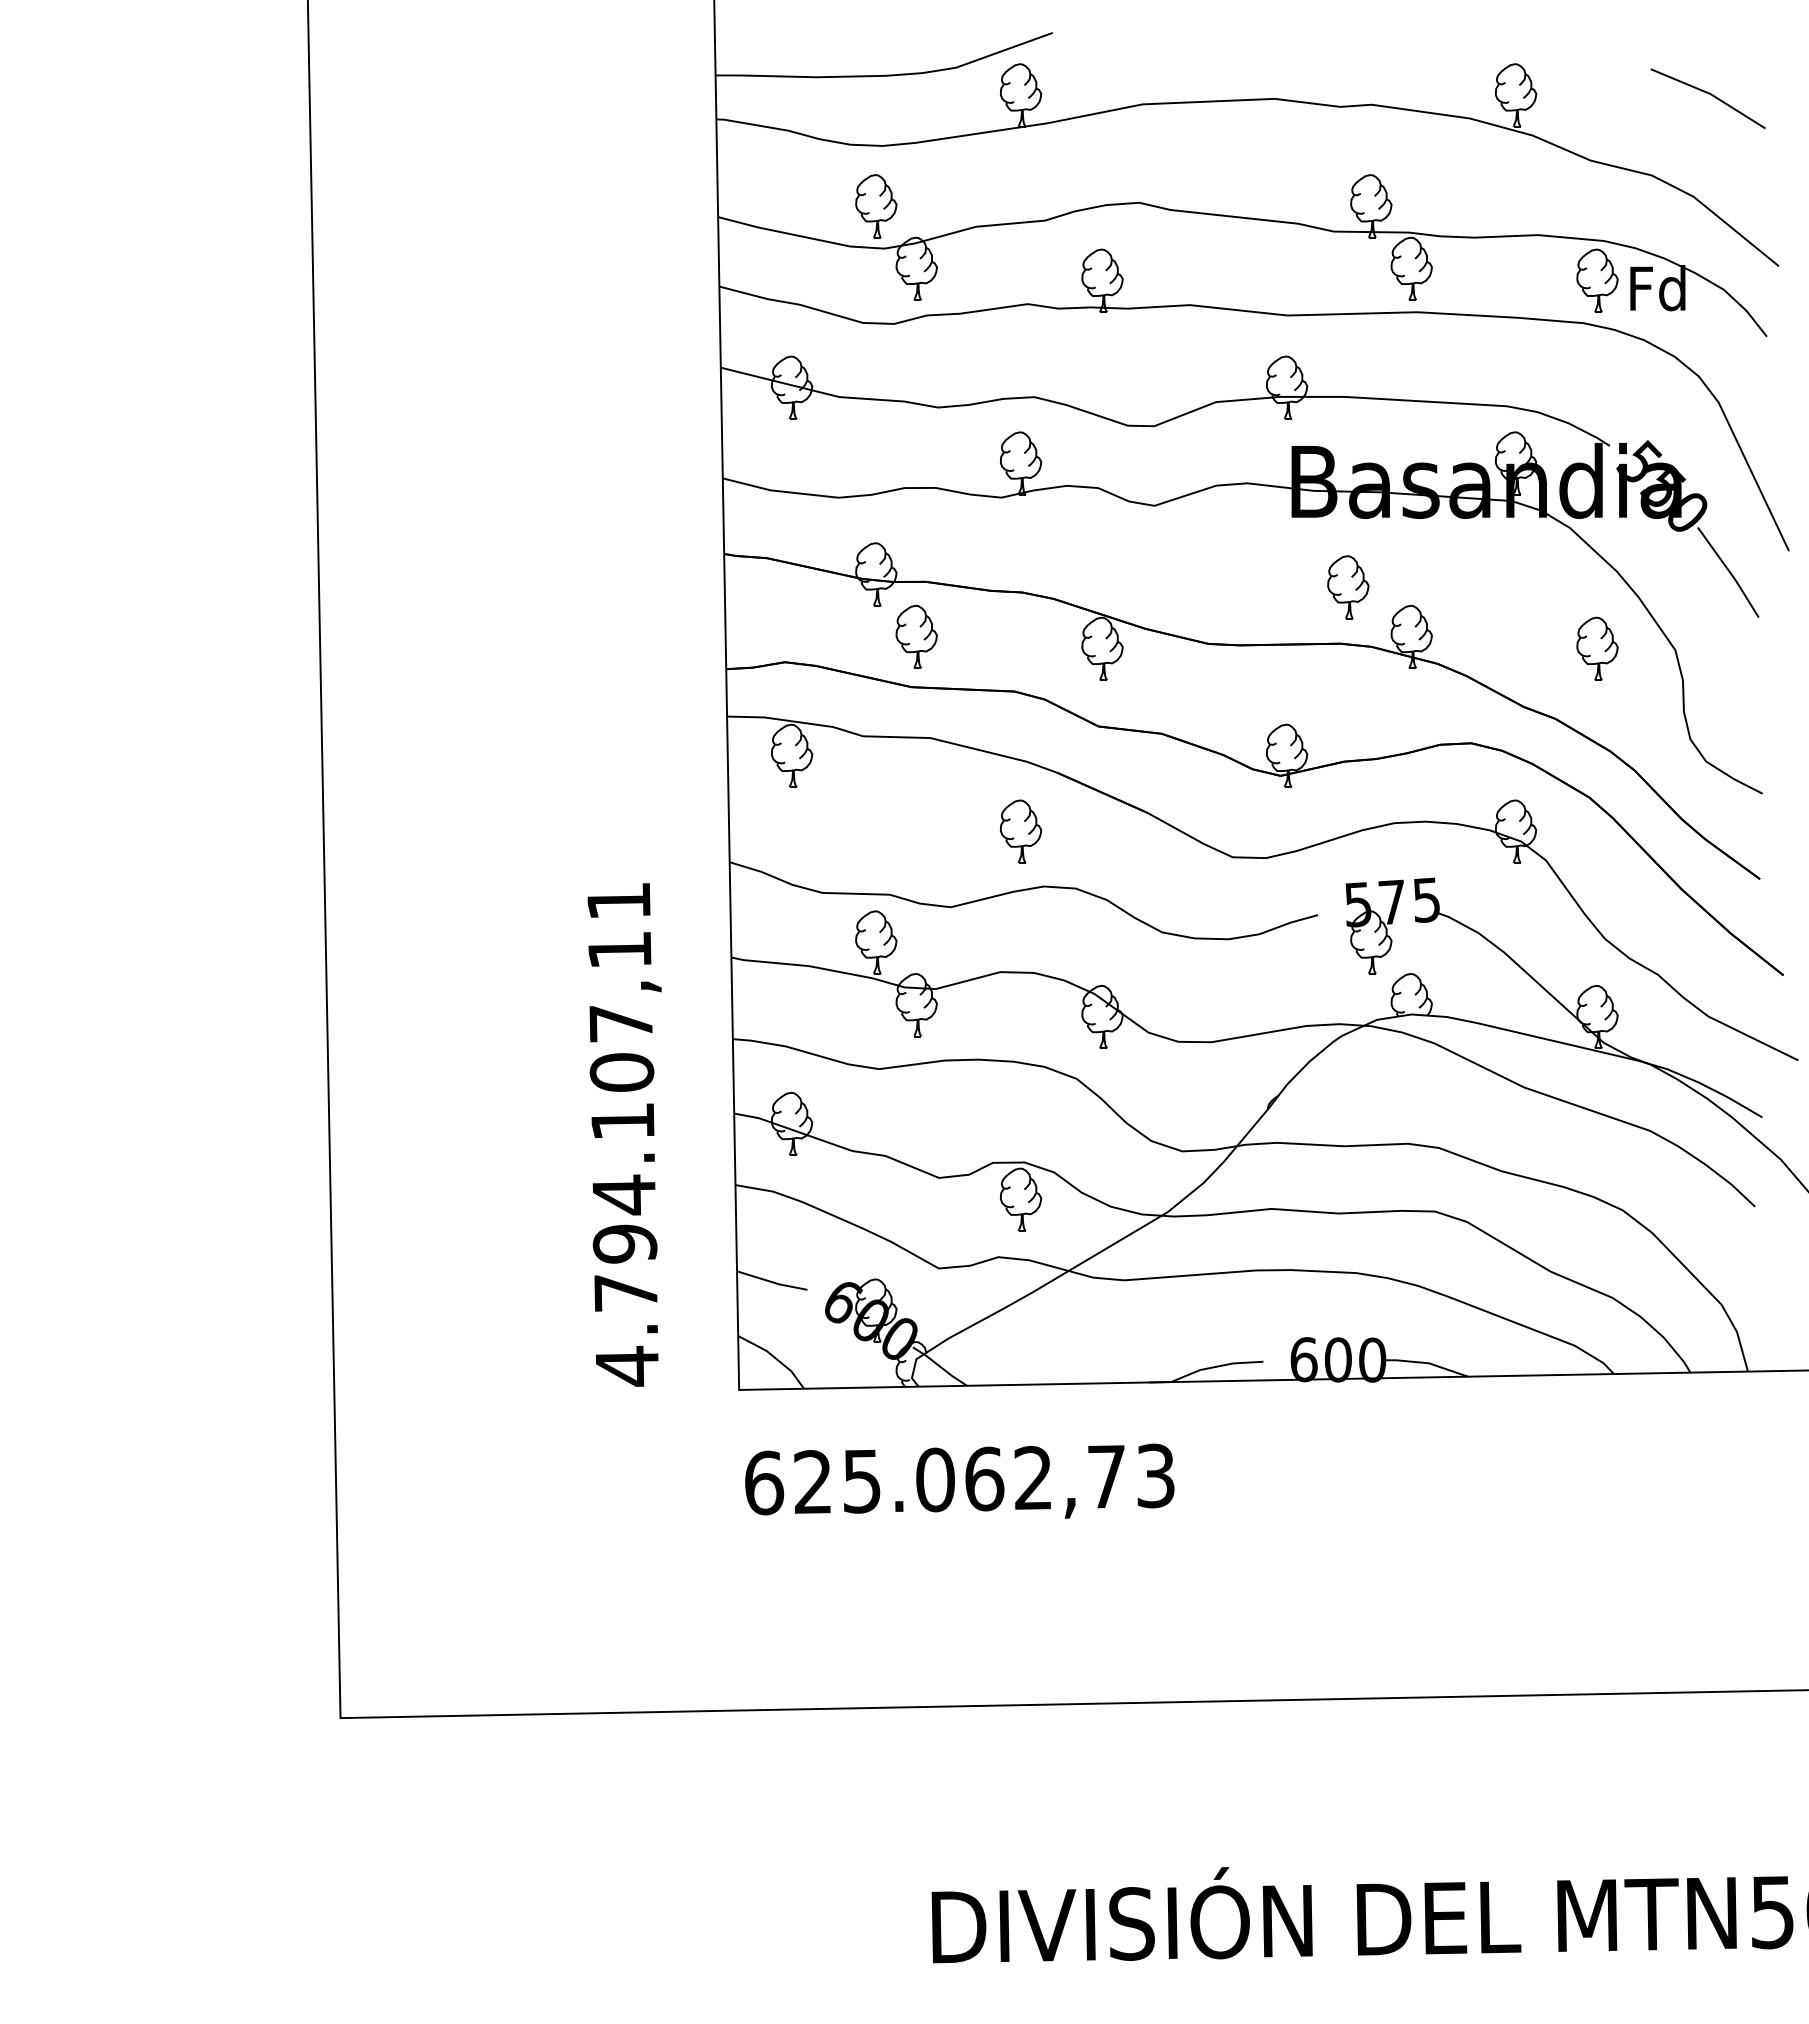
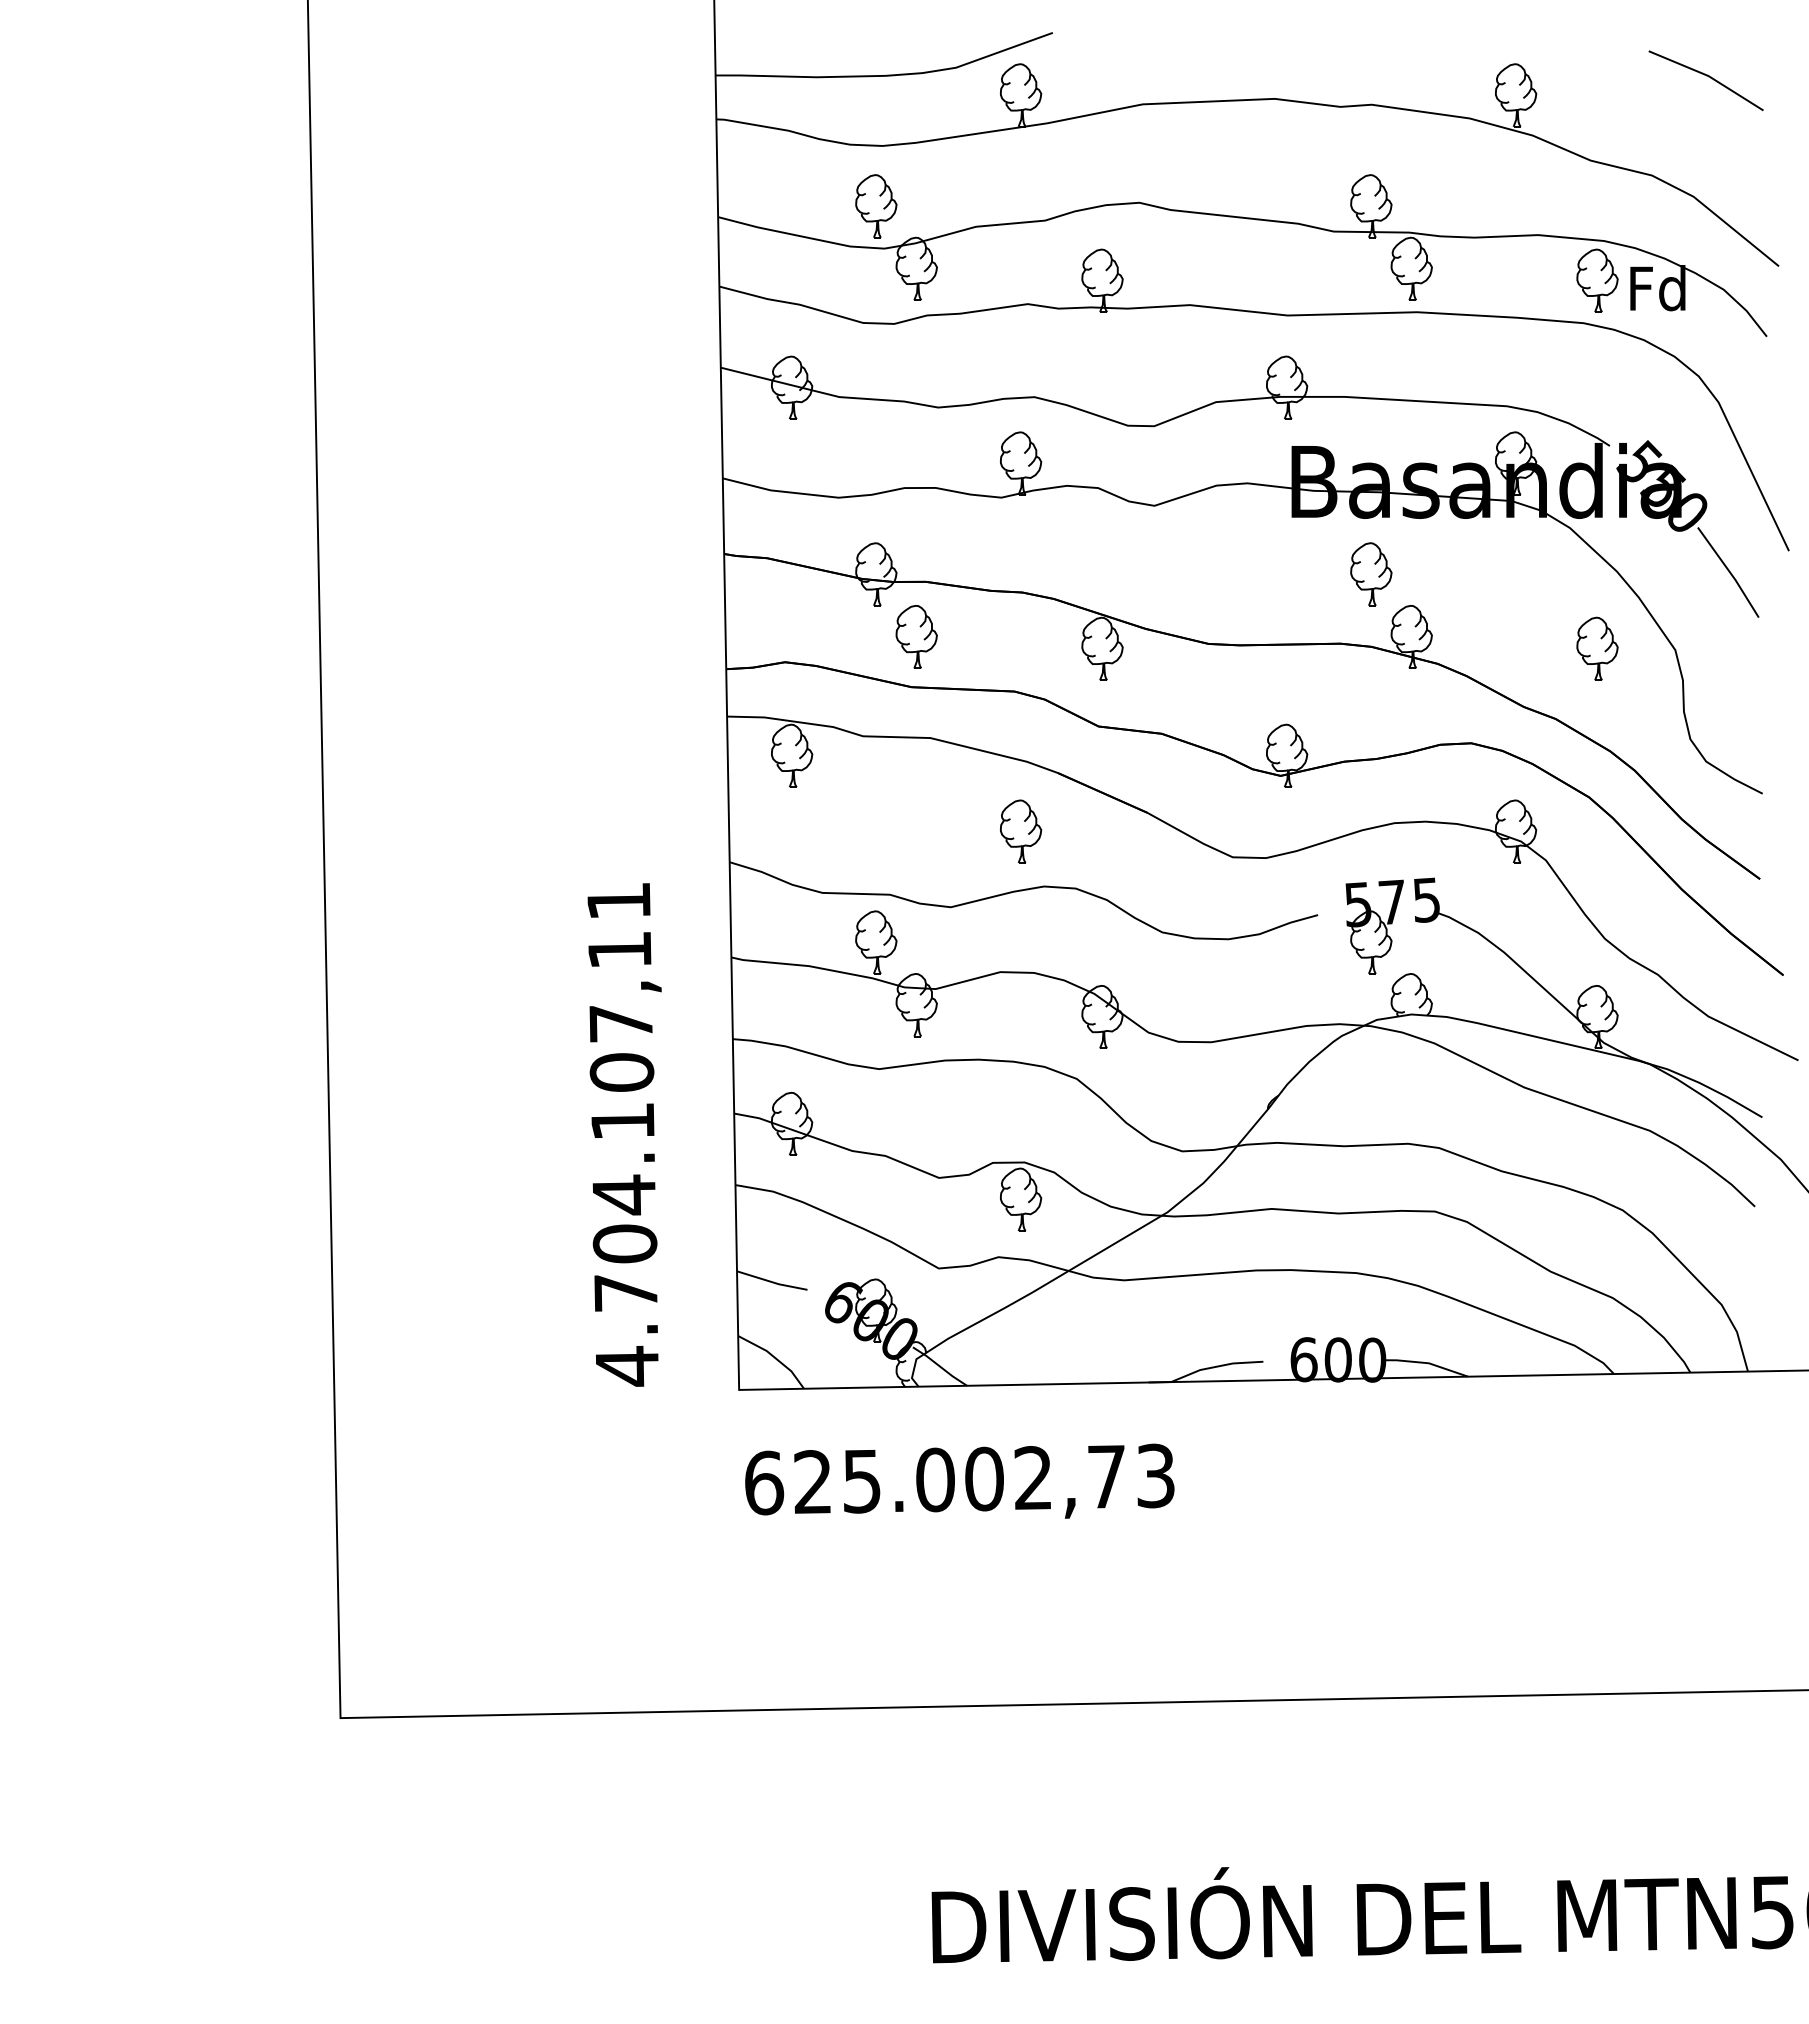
line at (1708, 94) position: (1708, 94) -> (1706, 76)
part at (1348, 587) position: (1348, 587) -> (1371, 574)
text at (624, 1243): 4.794.107,11 -> 4.704.107,11
text at (984, 1478): 625.062,73 -> 625.002,73
